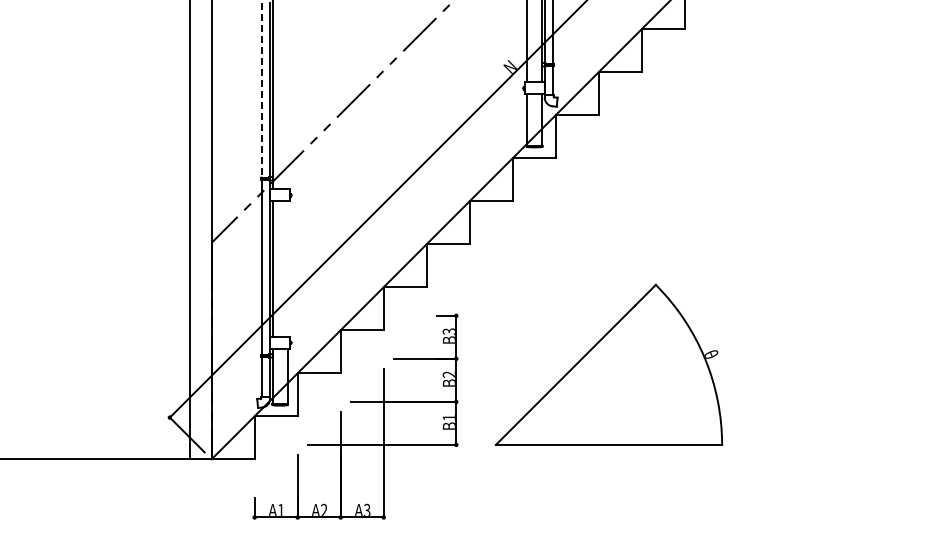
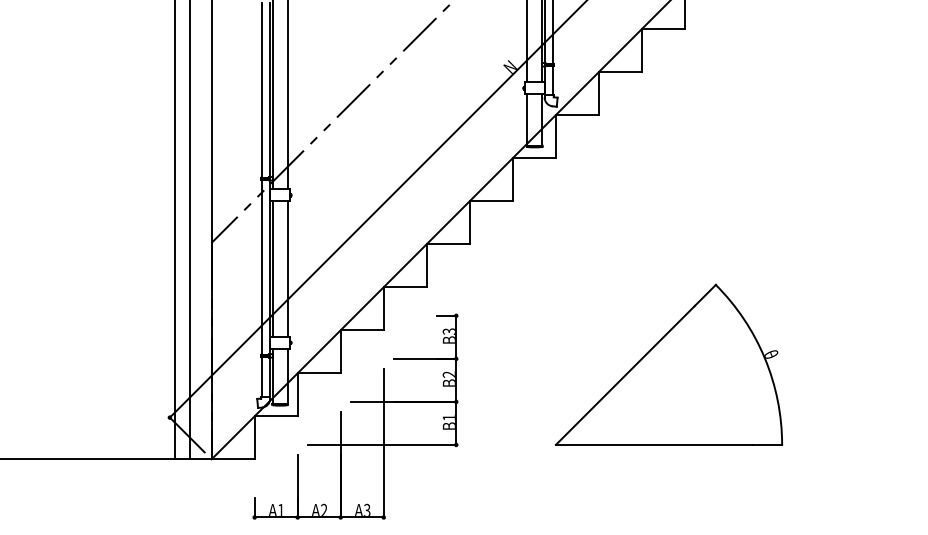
line at (261, 90): dashed -> solid
line at (287, 95): none -> present
line at (175, 230): none -> present
line at (287, 268): none -> present
part at (608, 364) position: (608, 364) -> (668, 364)
